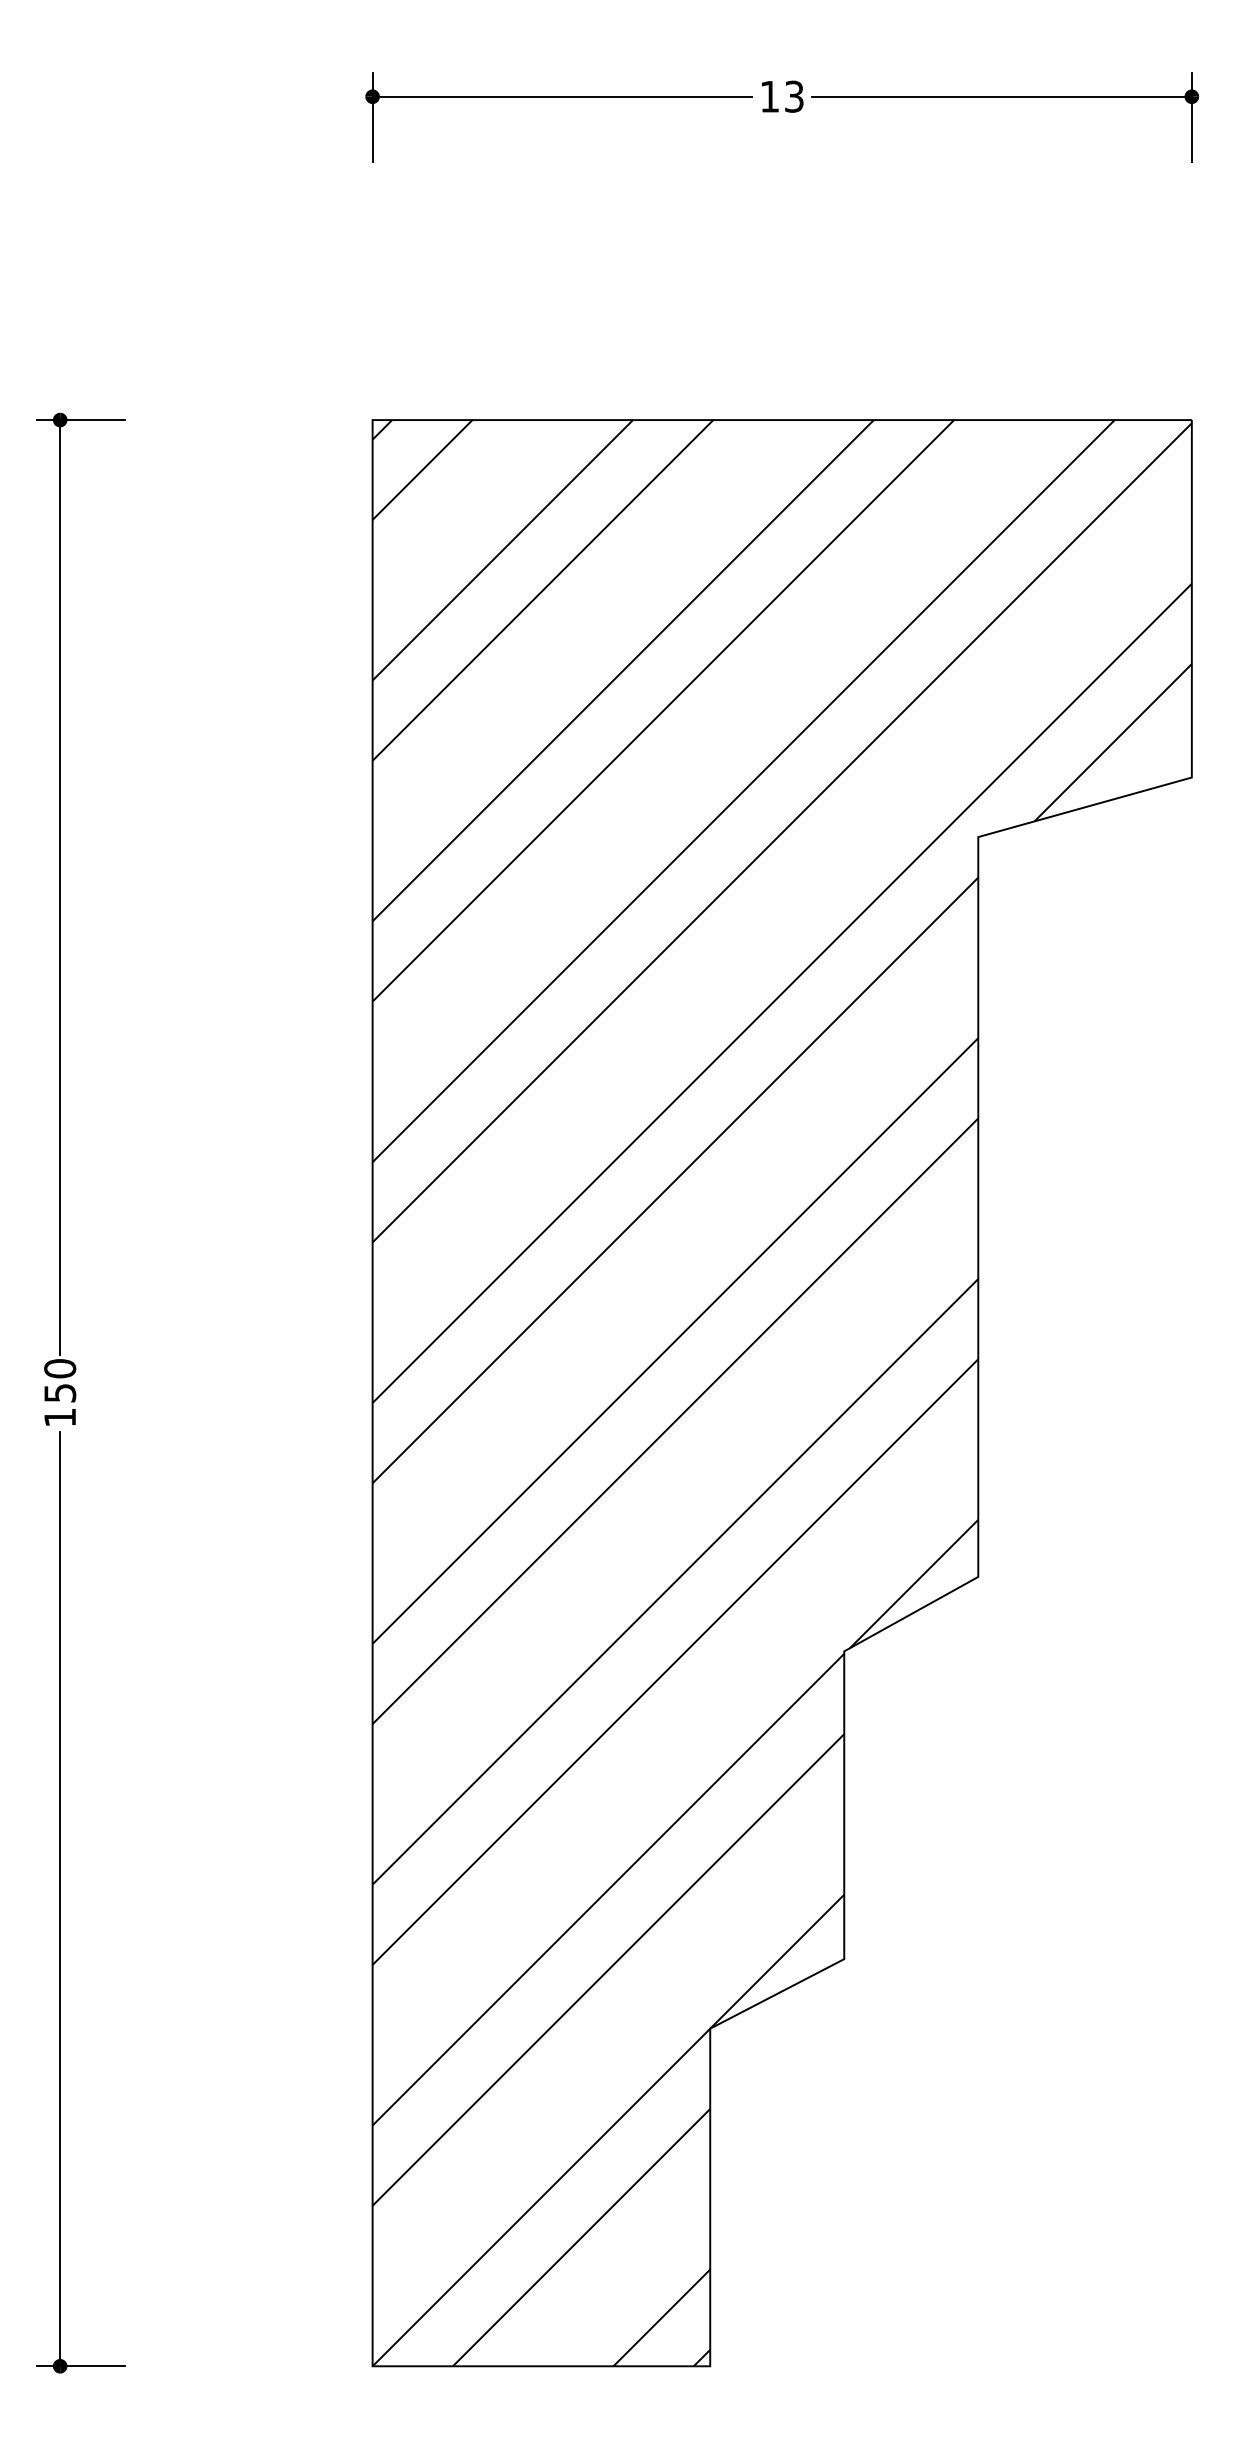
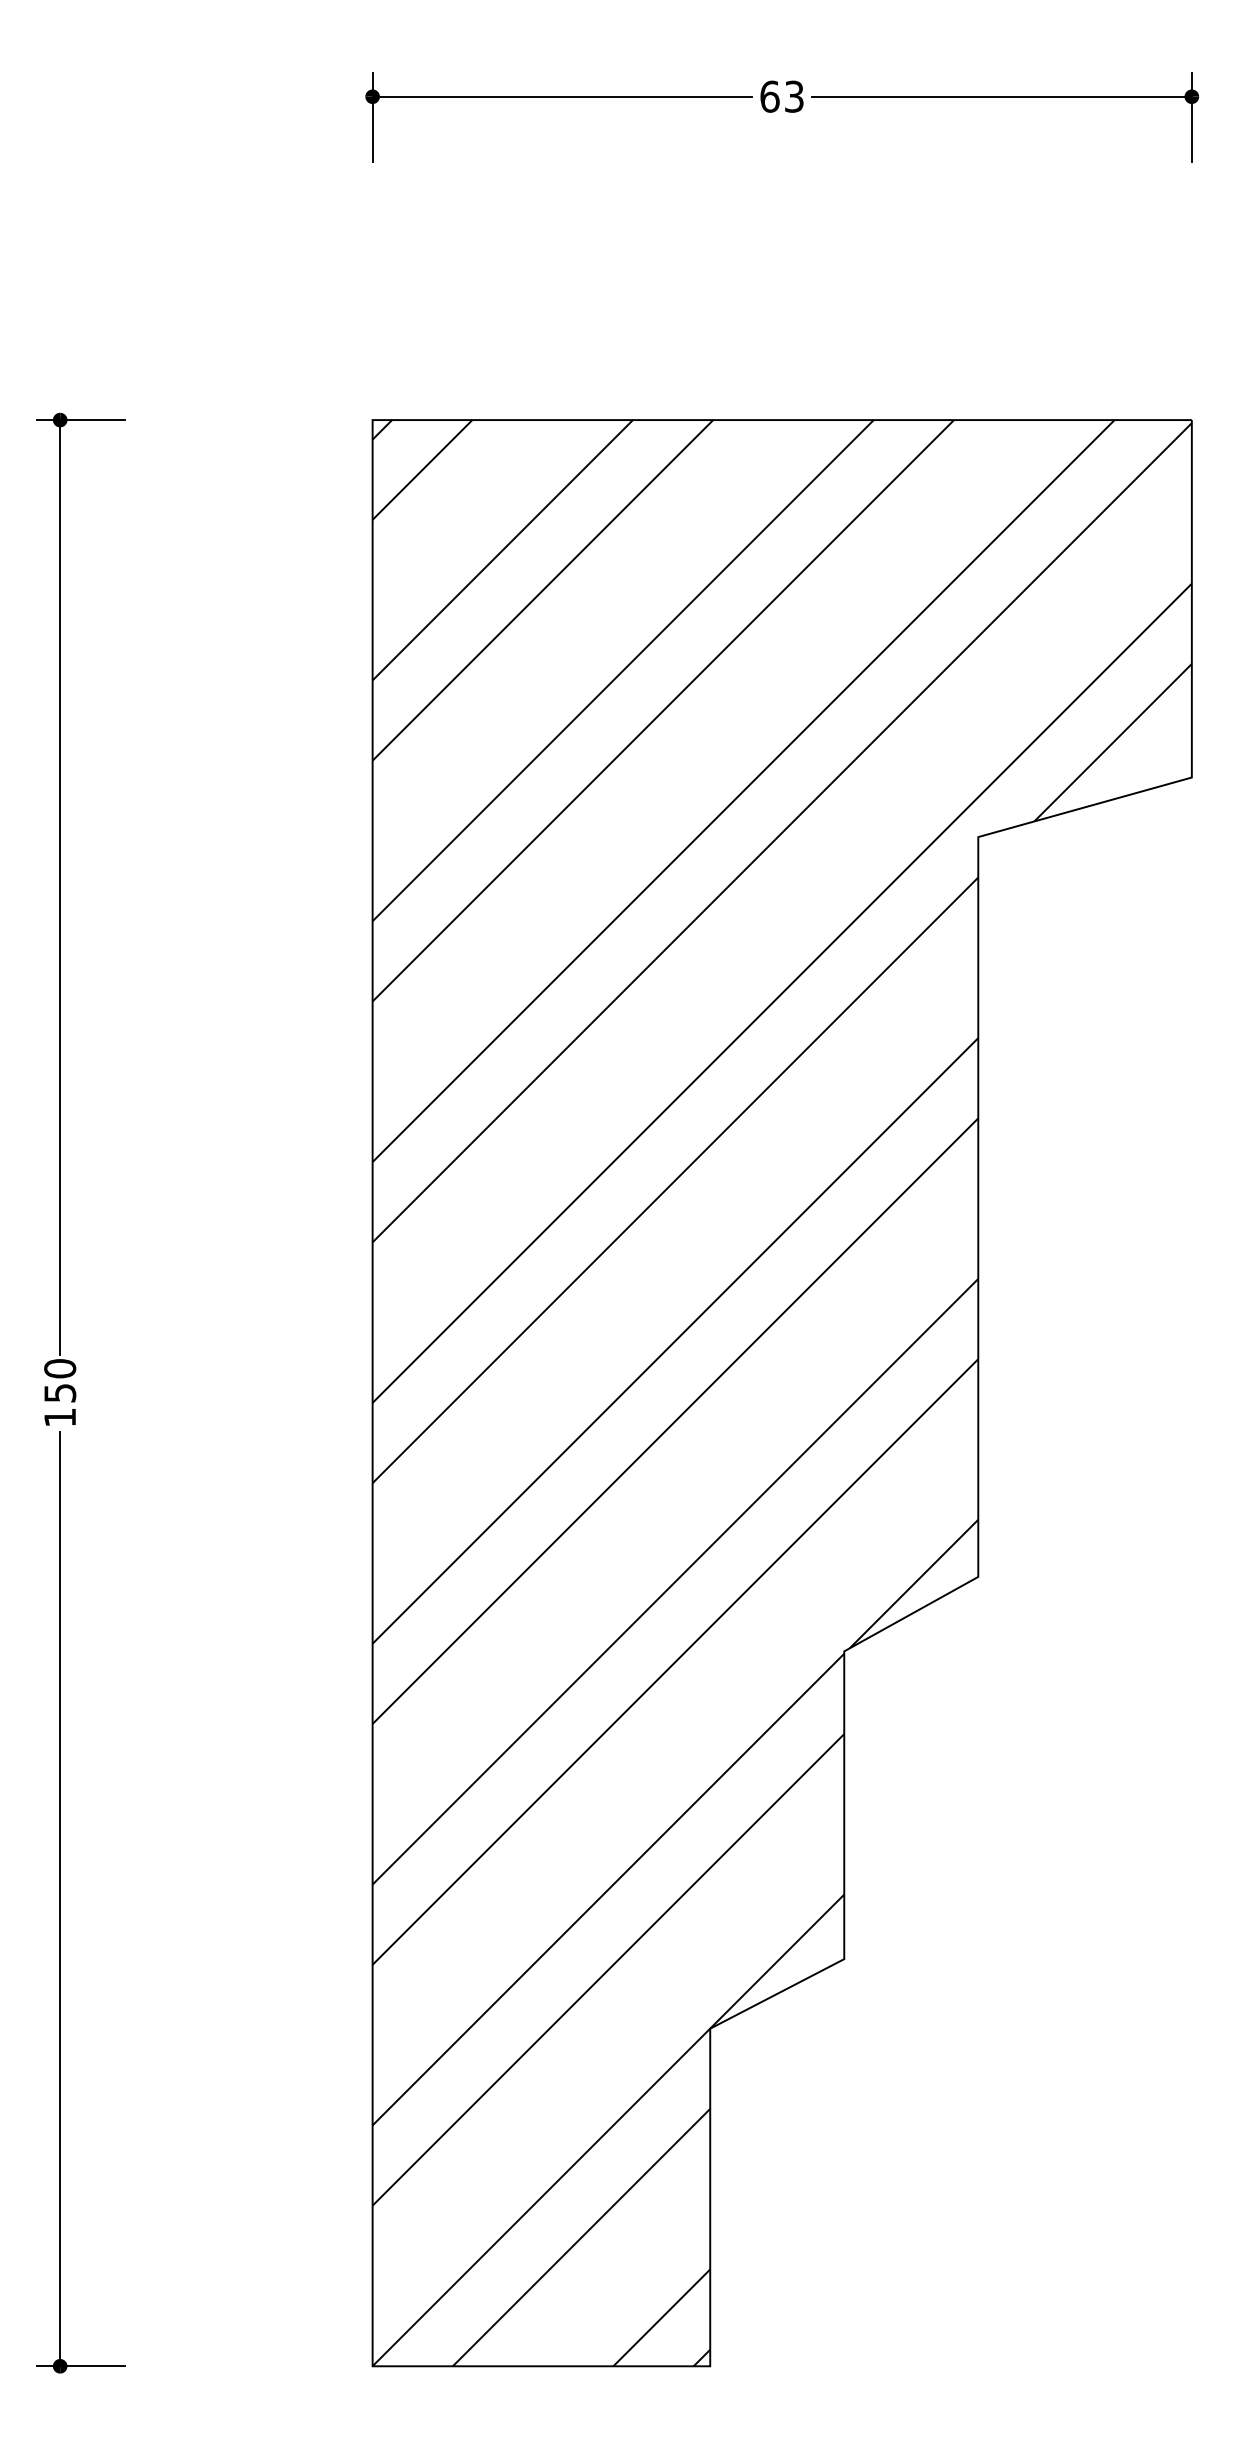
text at (769, 96): 13 -> 63
